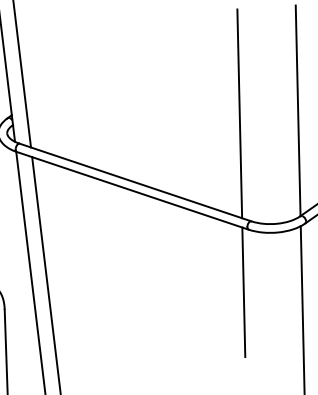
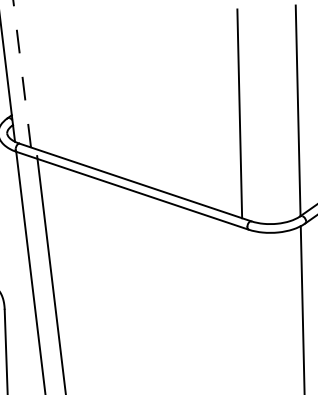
line at (22, 73): solid -> dashed
line at (46, 274) position: (46, 274) -> (51, 273)
line at (243, 292): present -> none
